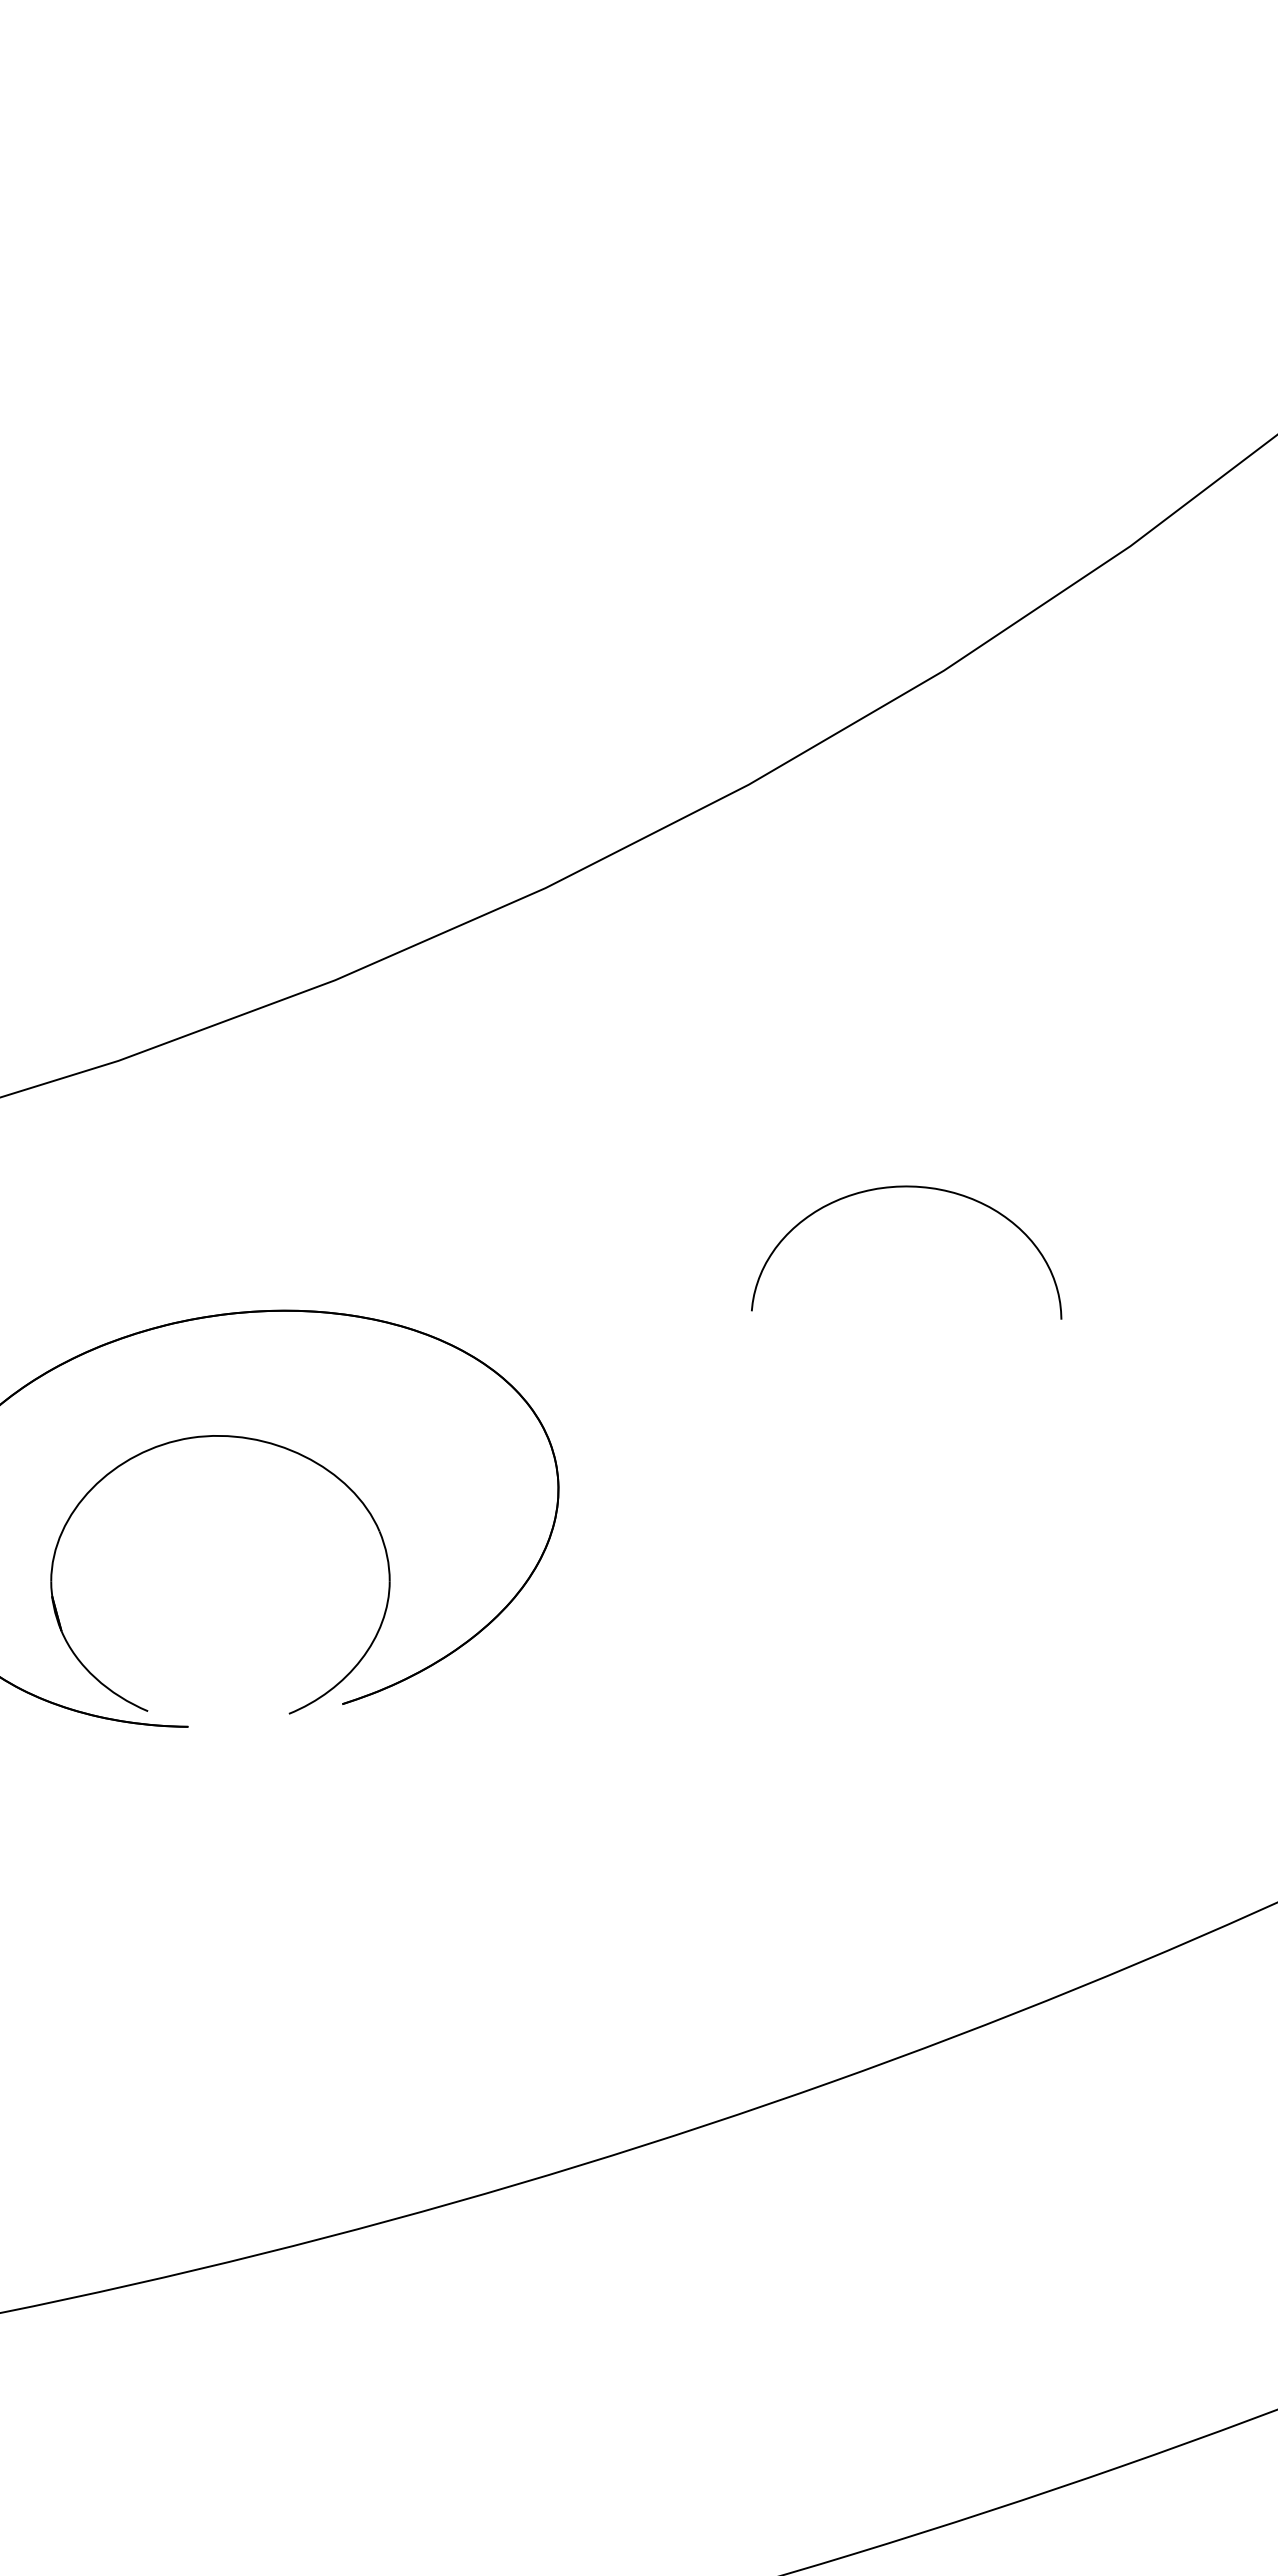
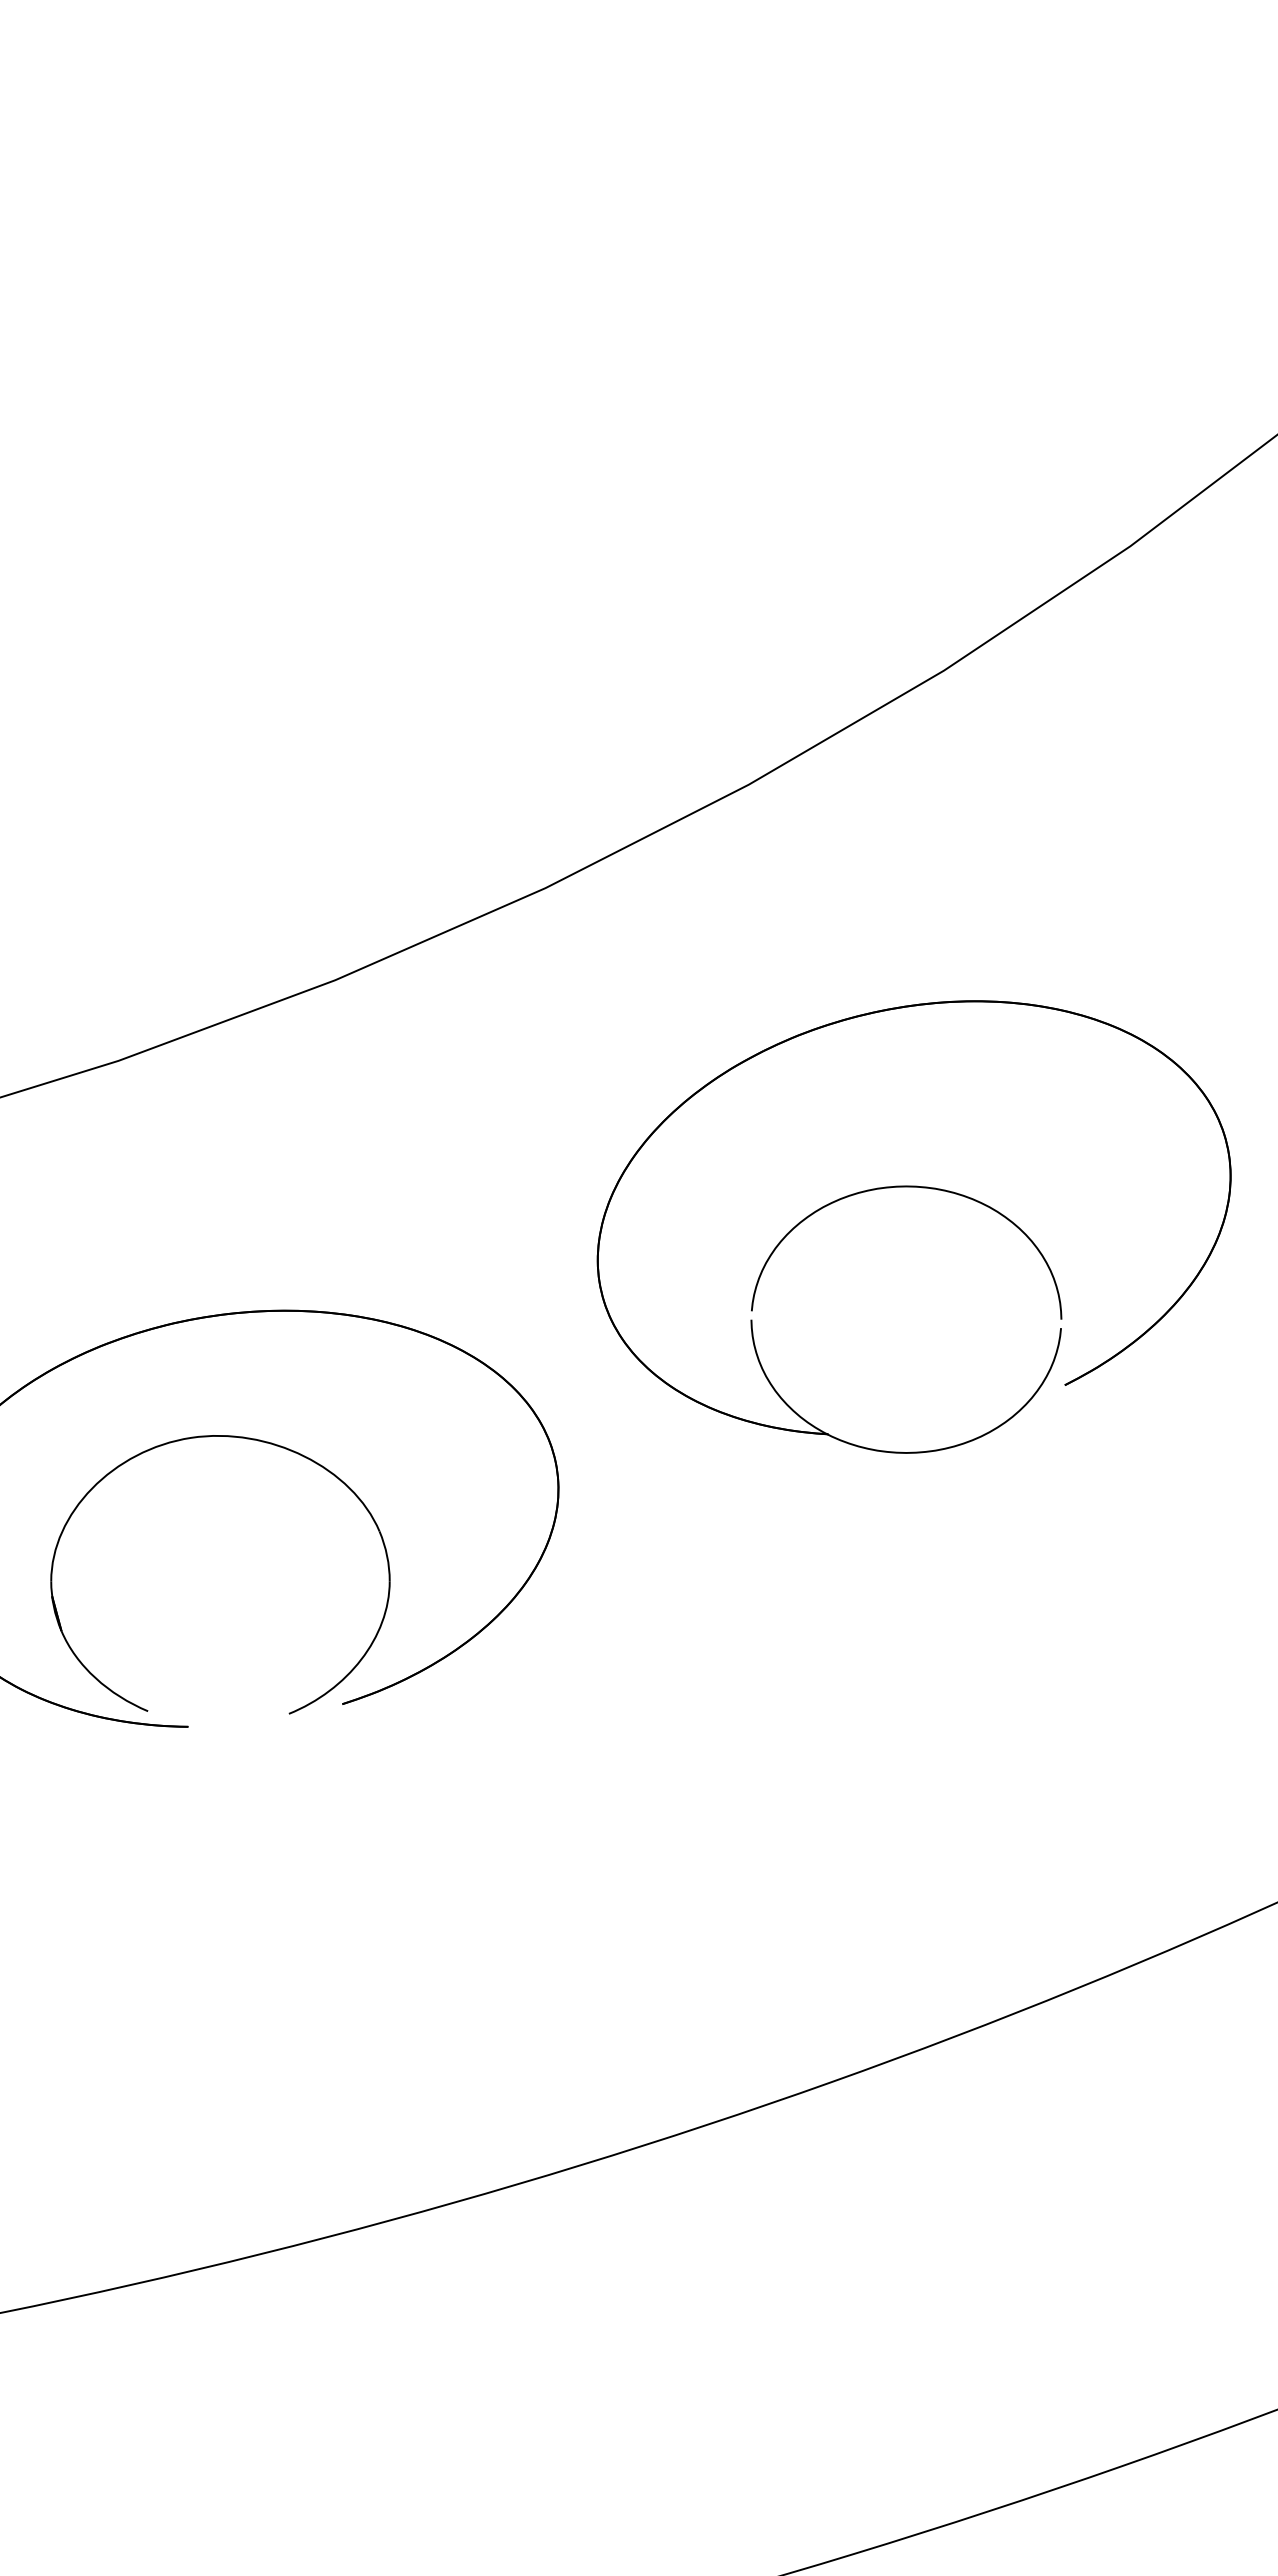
part at (1060, 1328): none -> present
